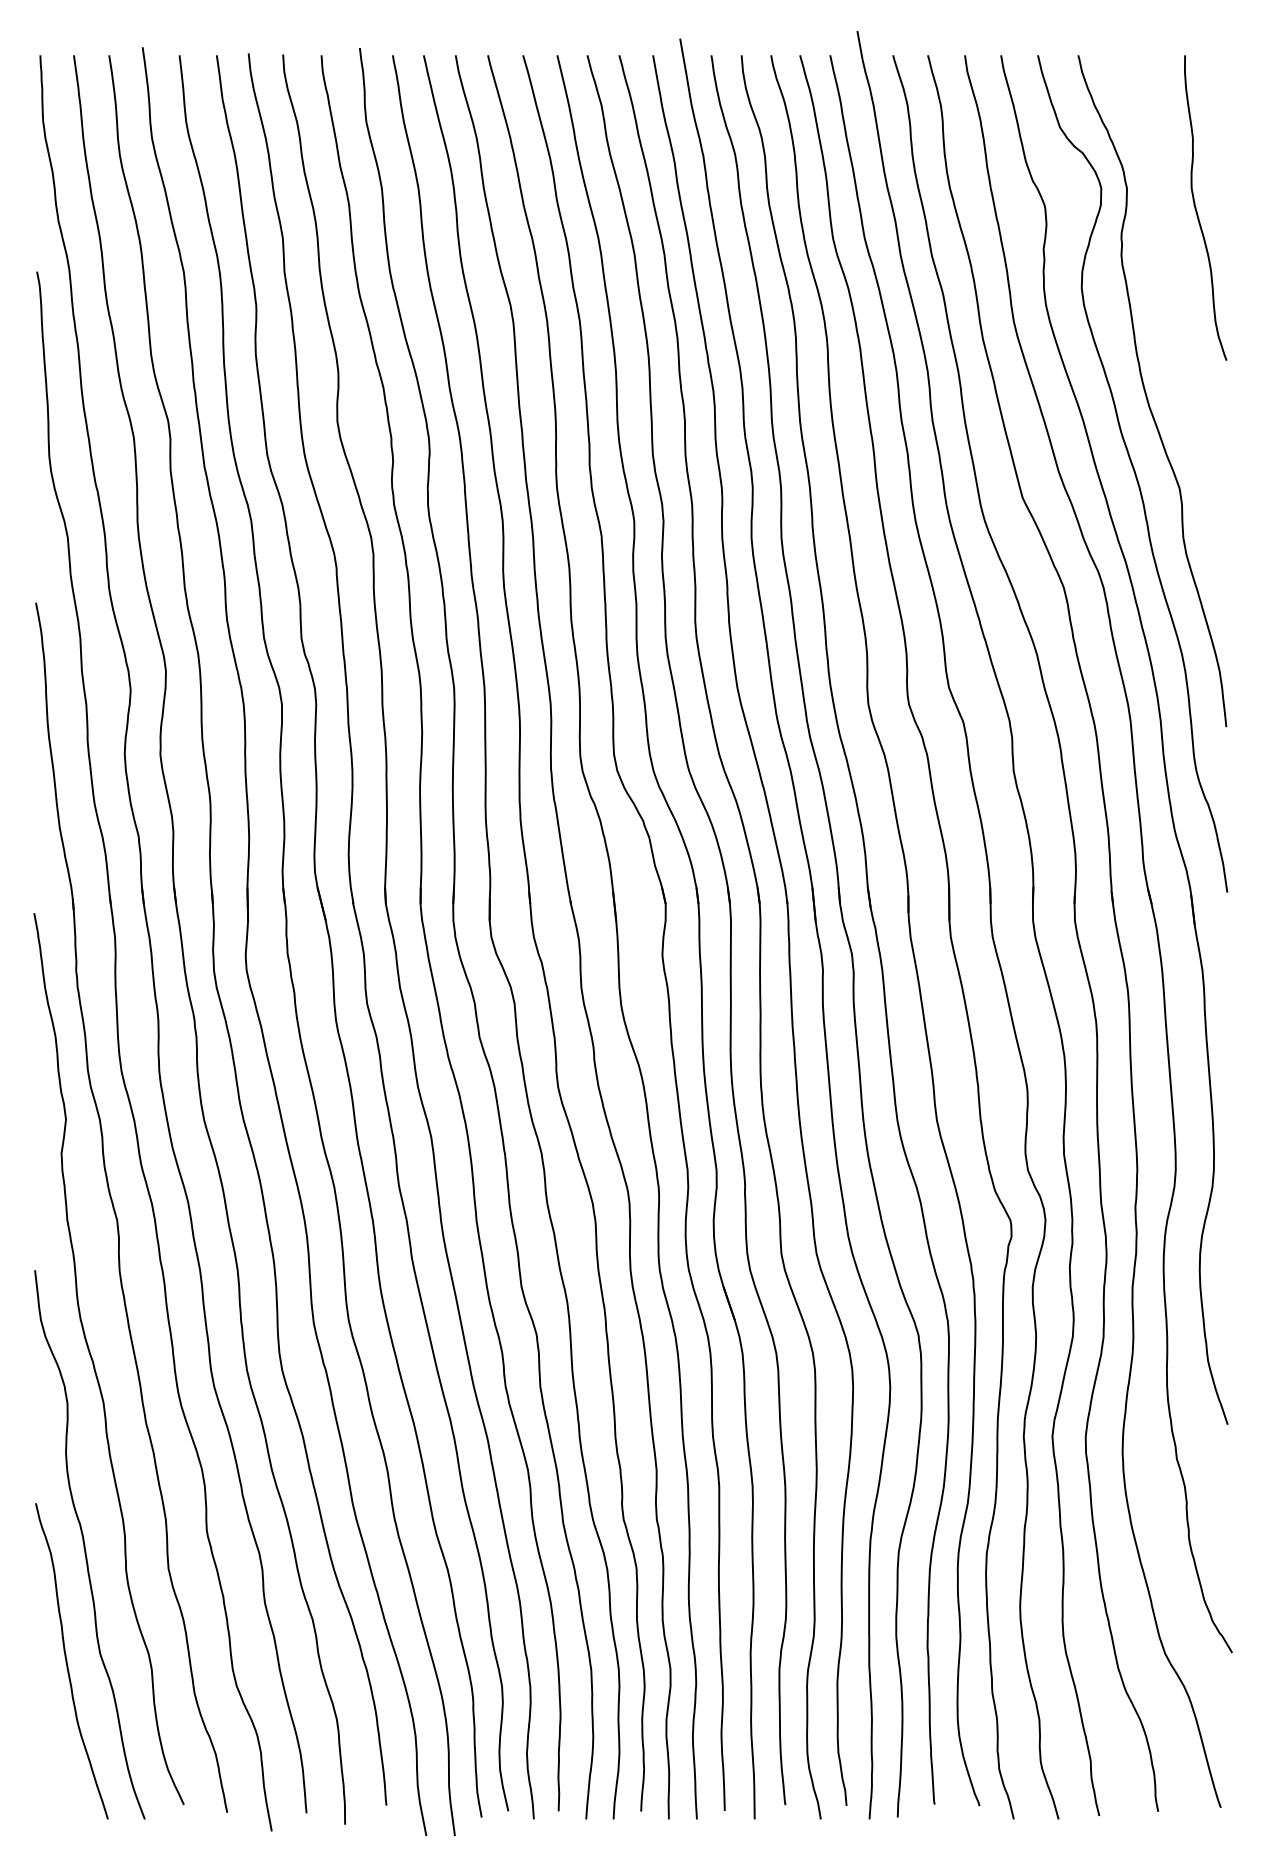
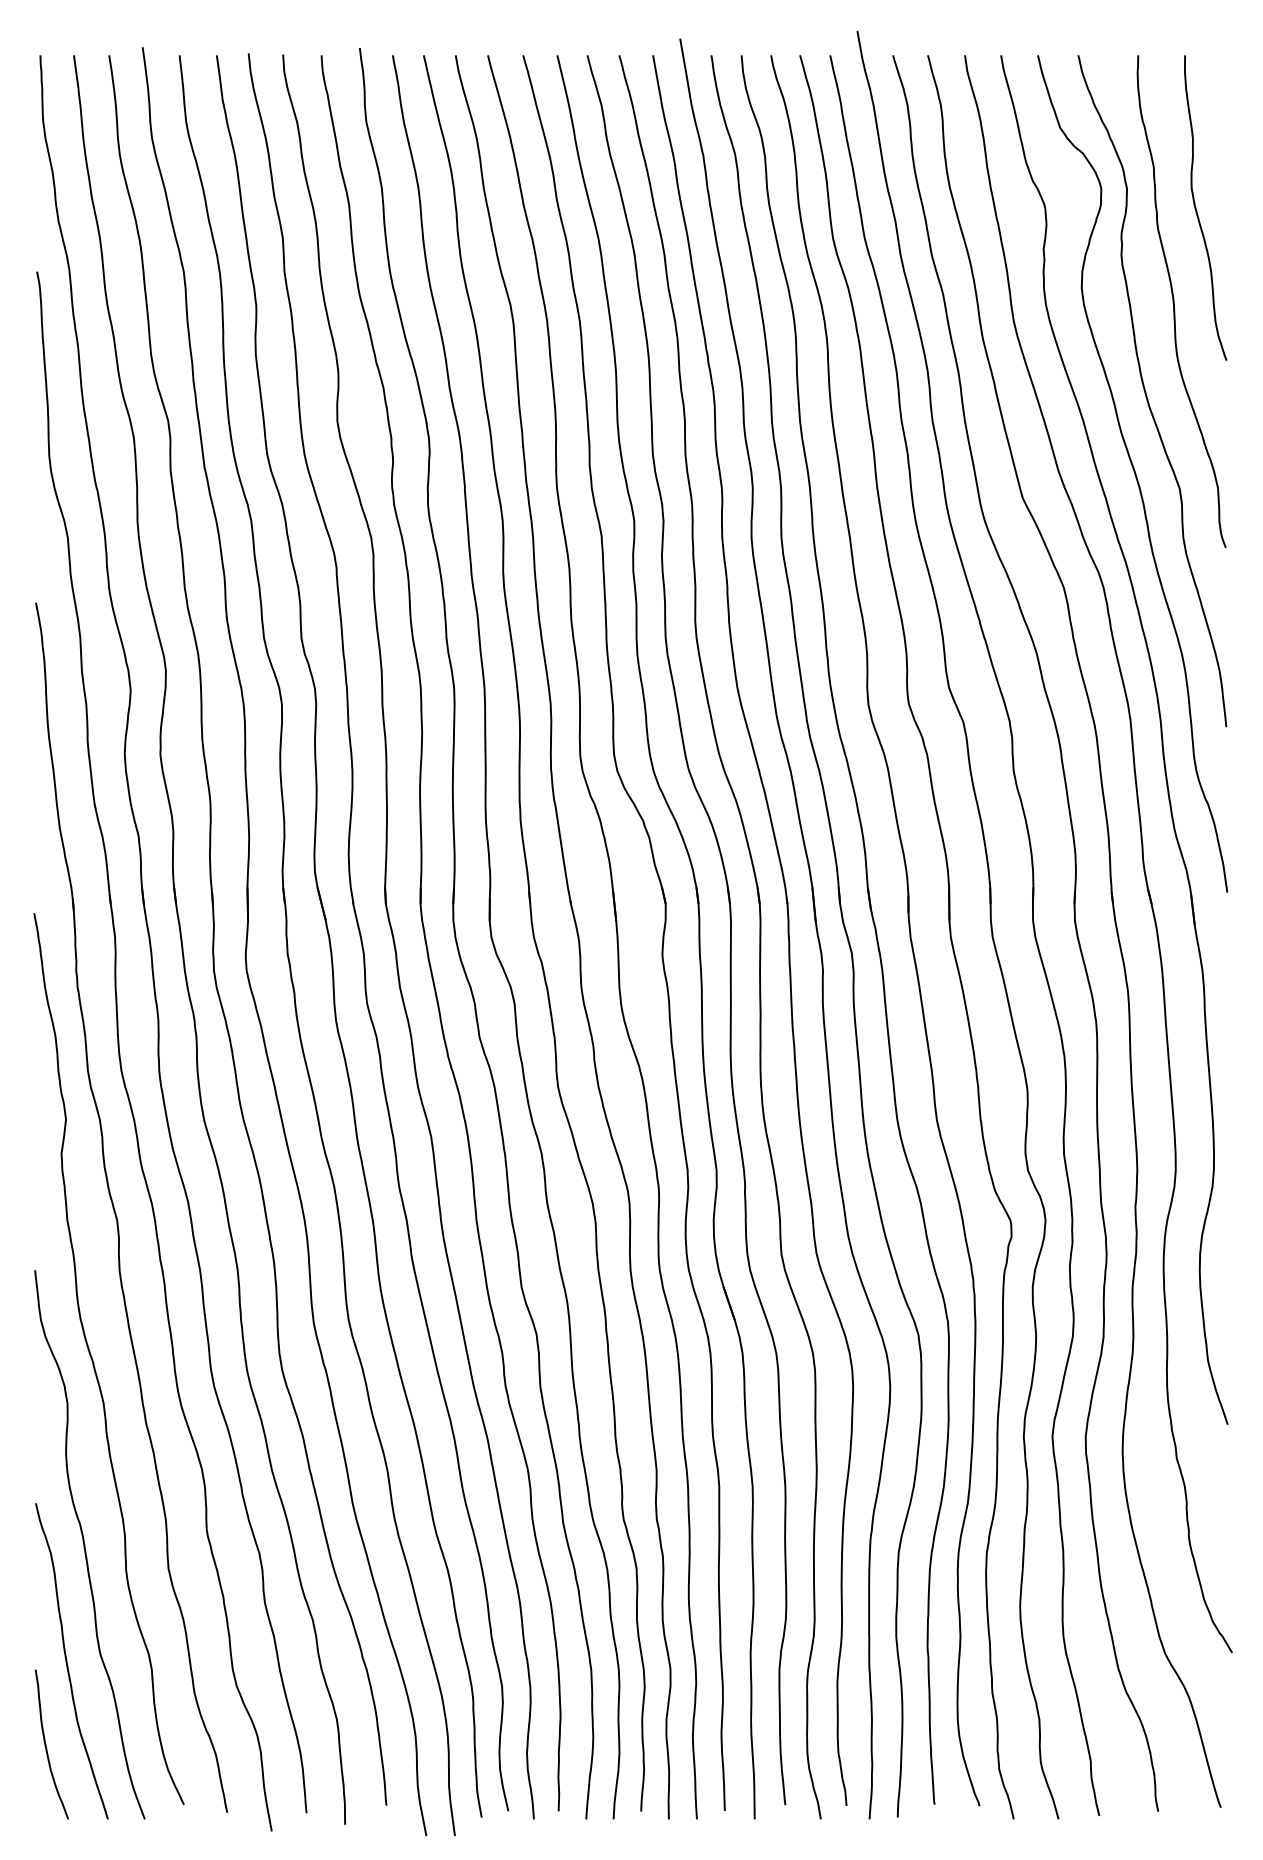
curve at (1174, 301): none -> present
curve at (46, 1744): none -> present
